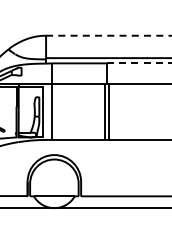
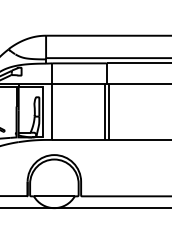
line at (108, 35): dashed -> solid
line at (139, 63): dashed -> solid
